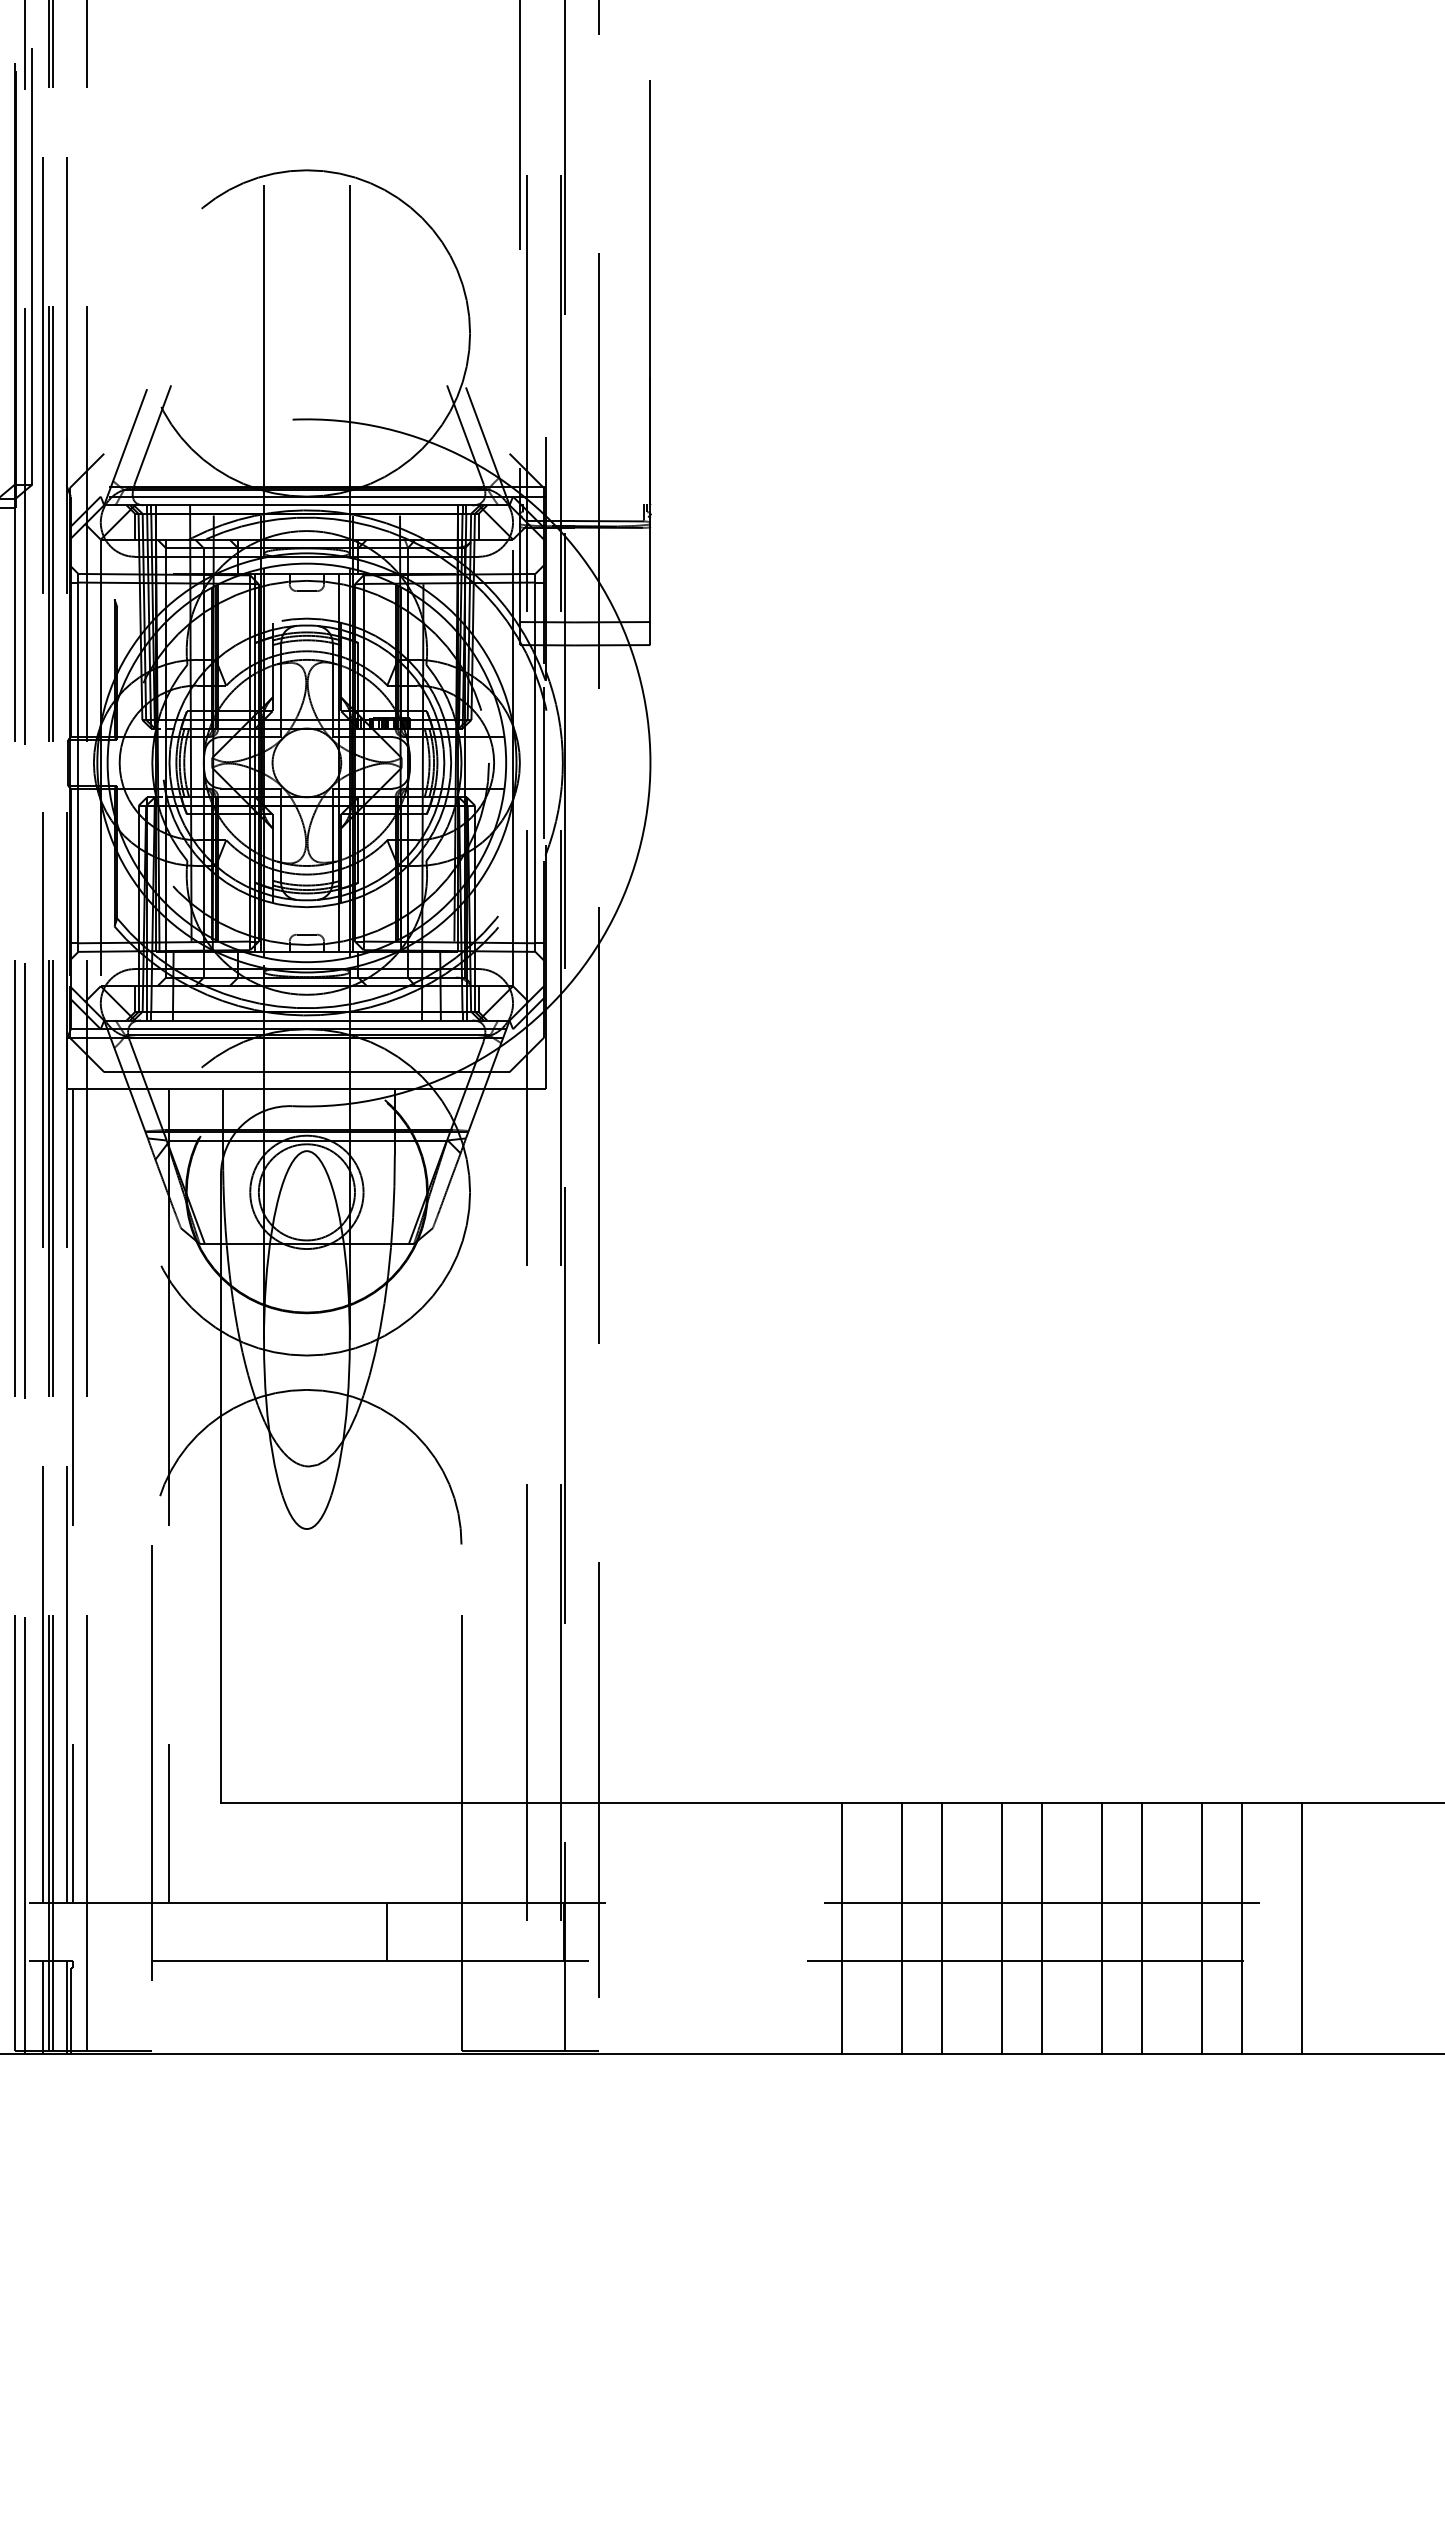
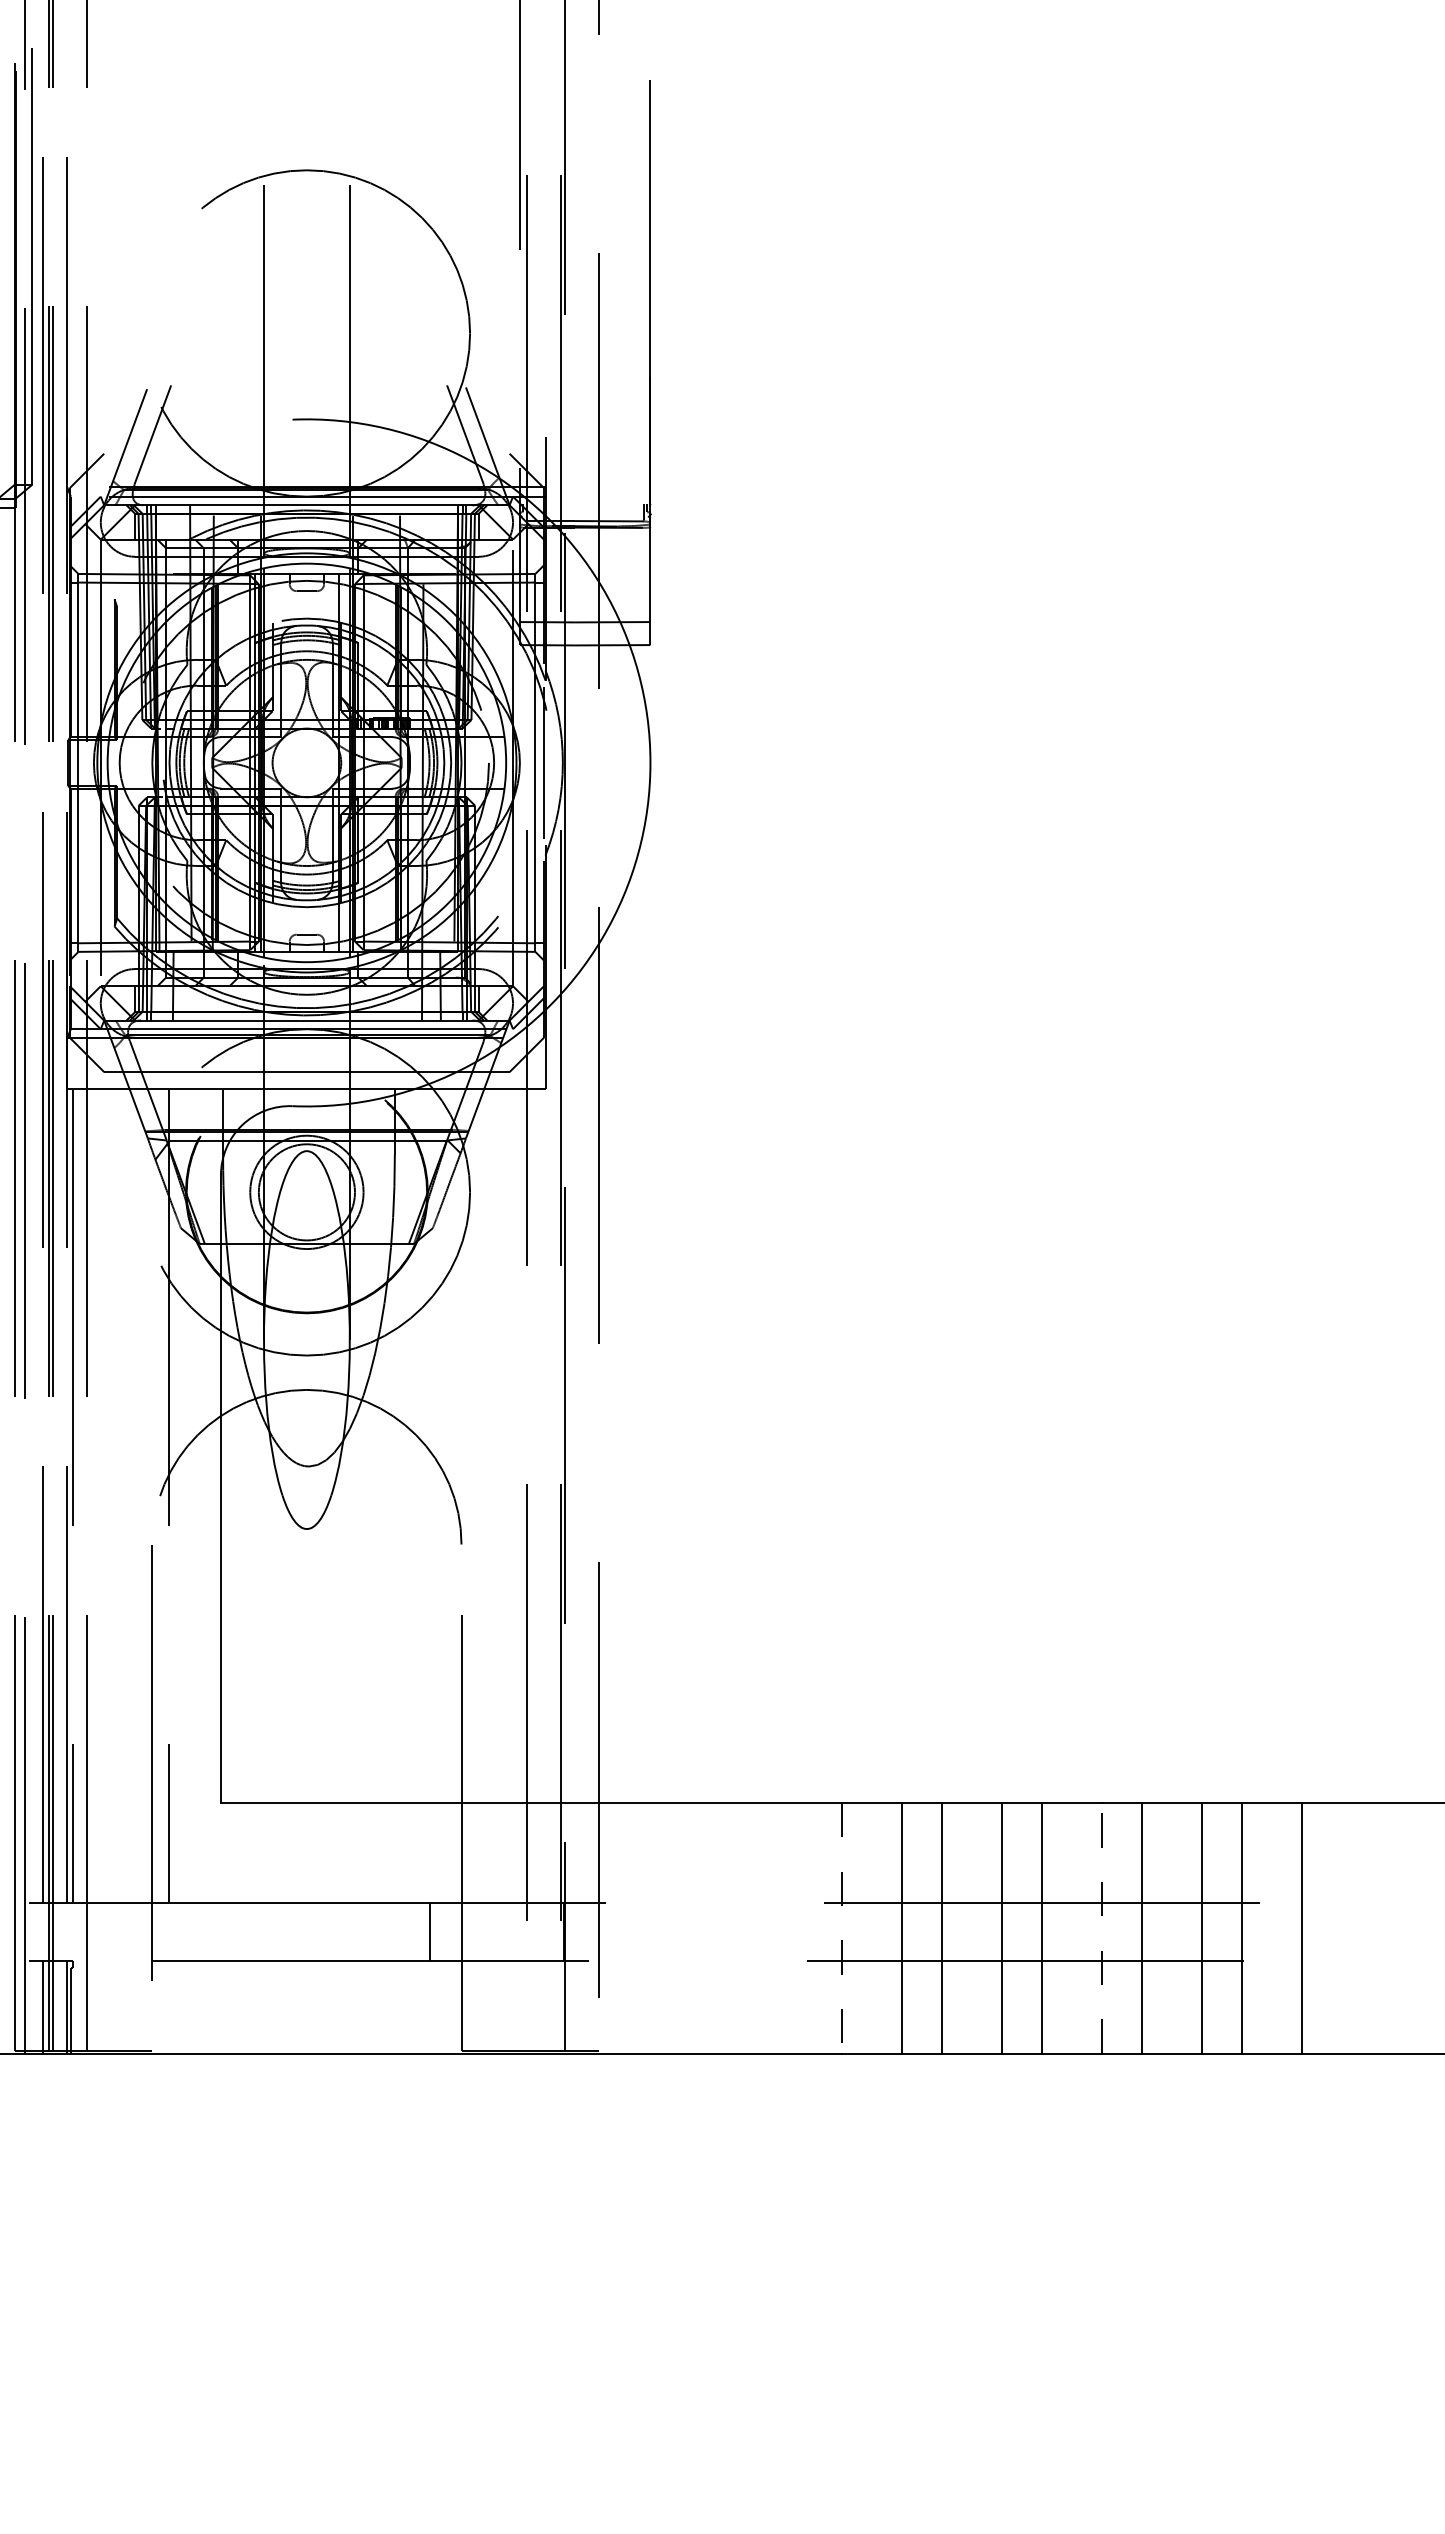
line at (1102, 1927): solid -> dashed
line at (841, 1928): solid -> dashed
line at (386, 1931) position: (386, 1931) -> (429, 1931)
